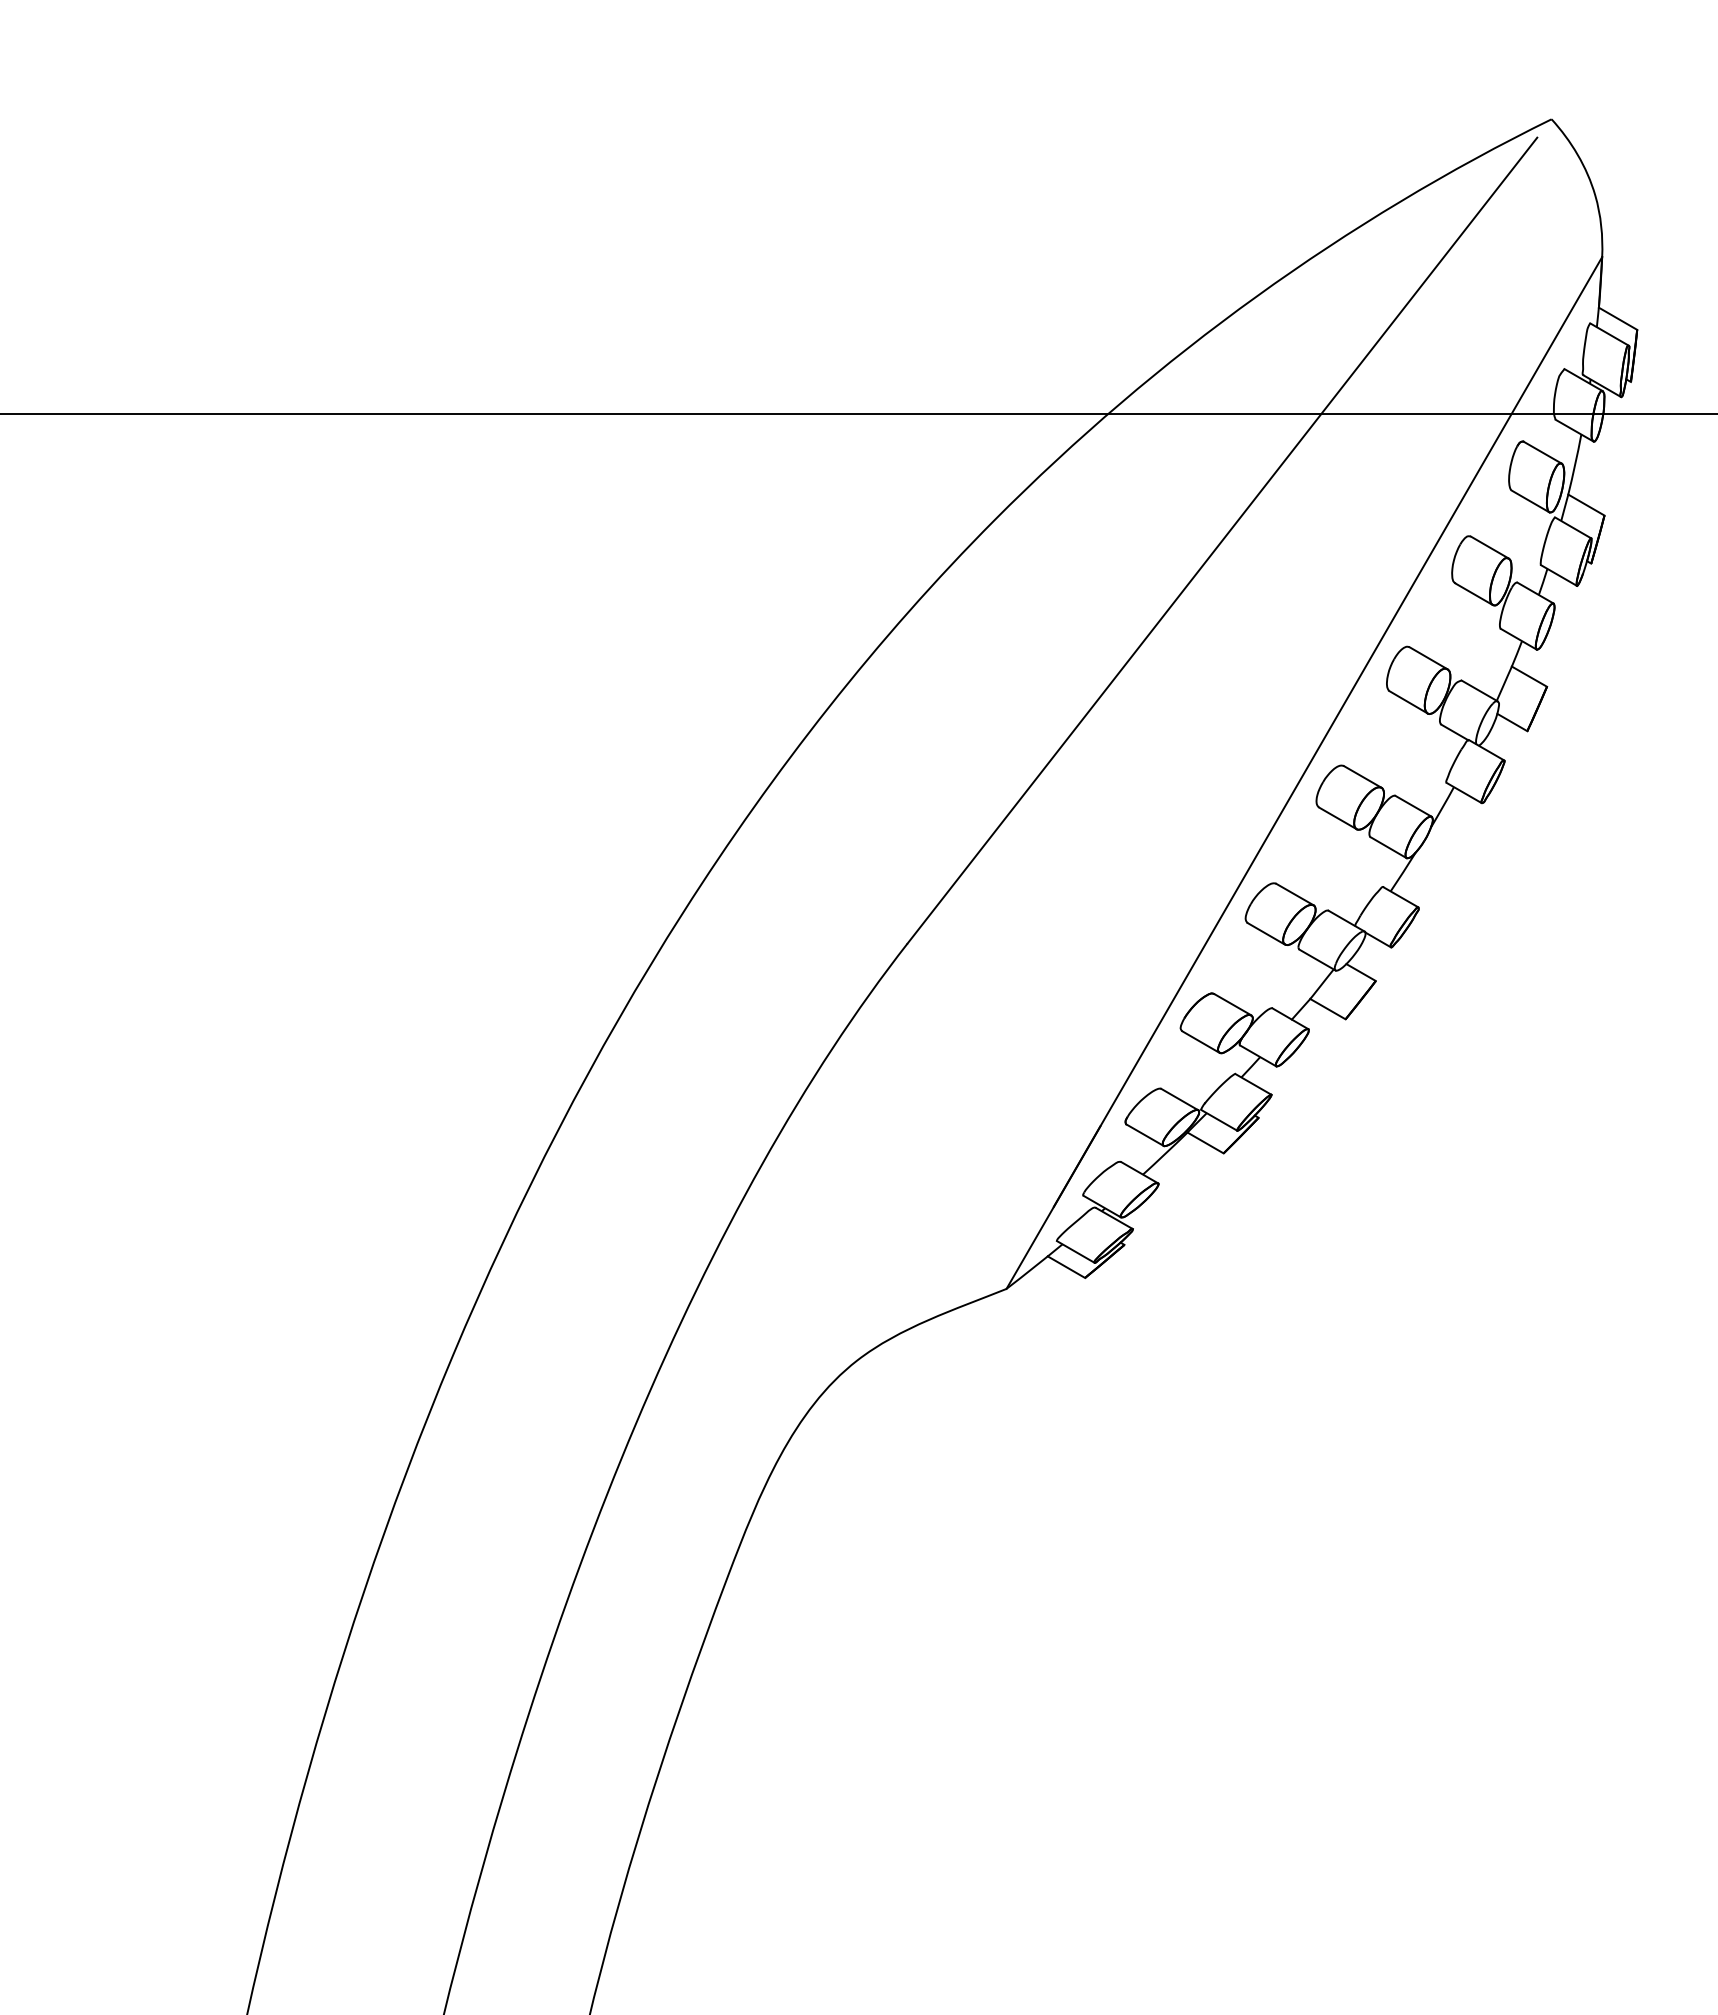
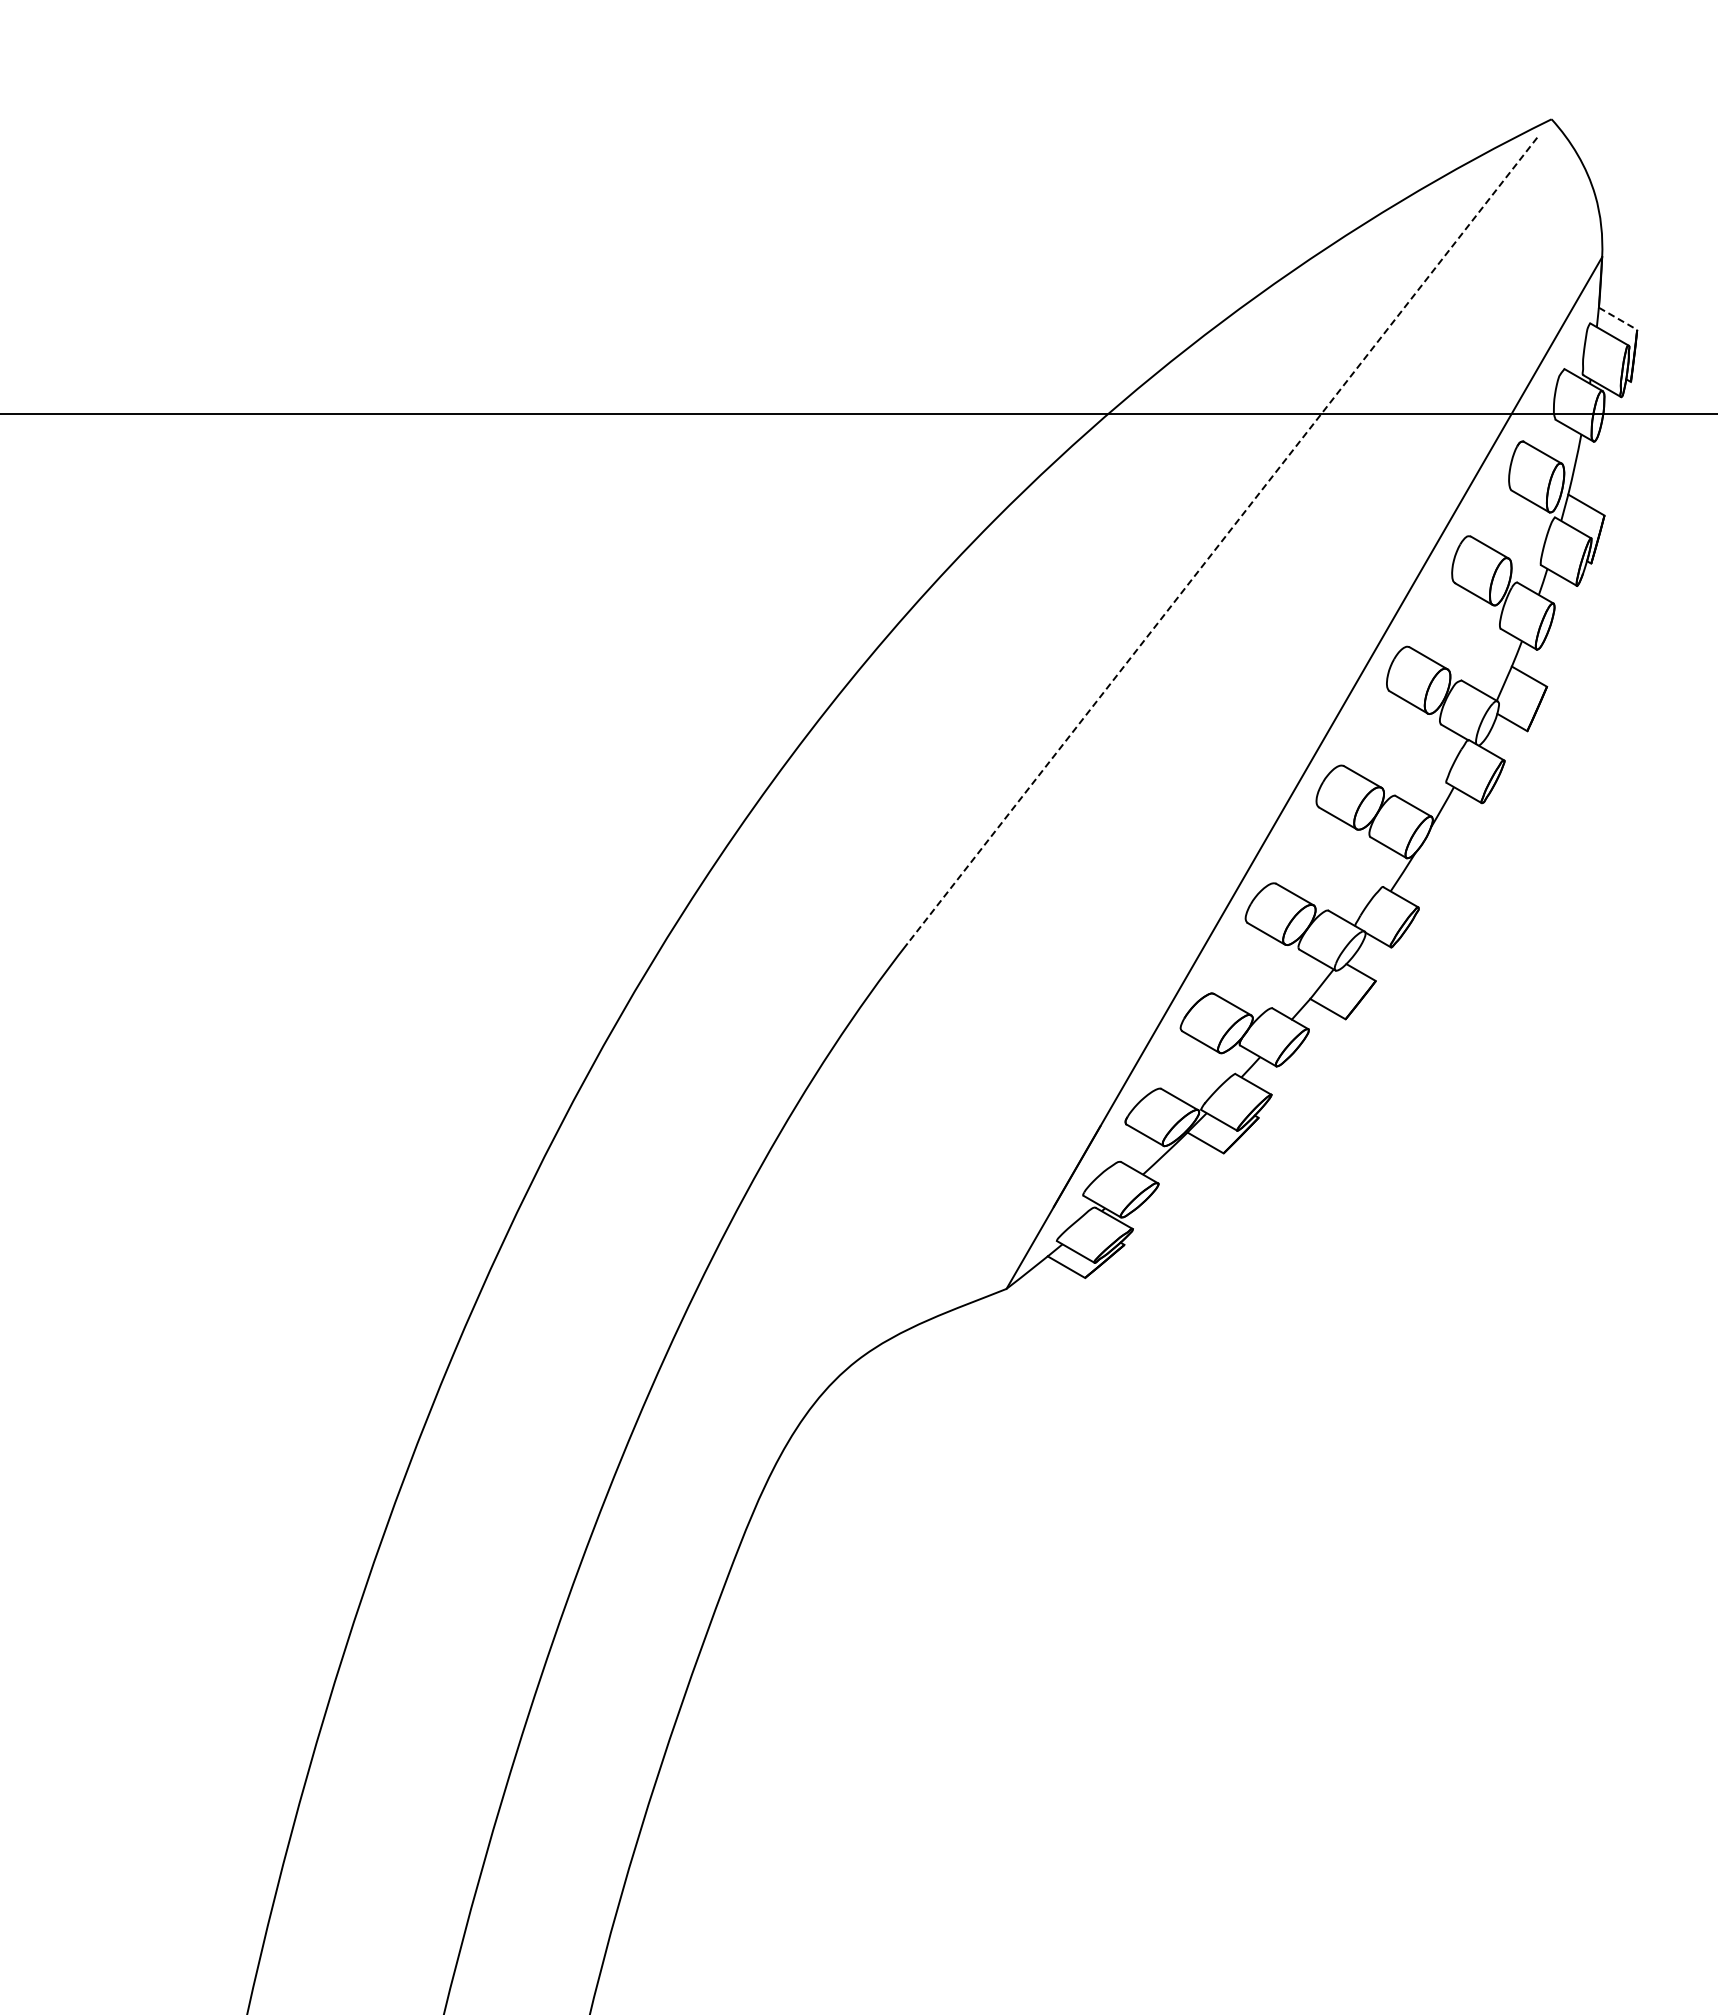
line at (1618, 319): solid -> dashed
line at (1222, 540): solid -> dashed
